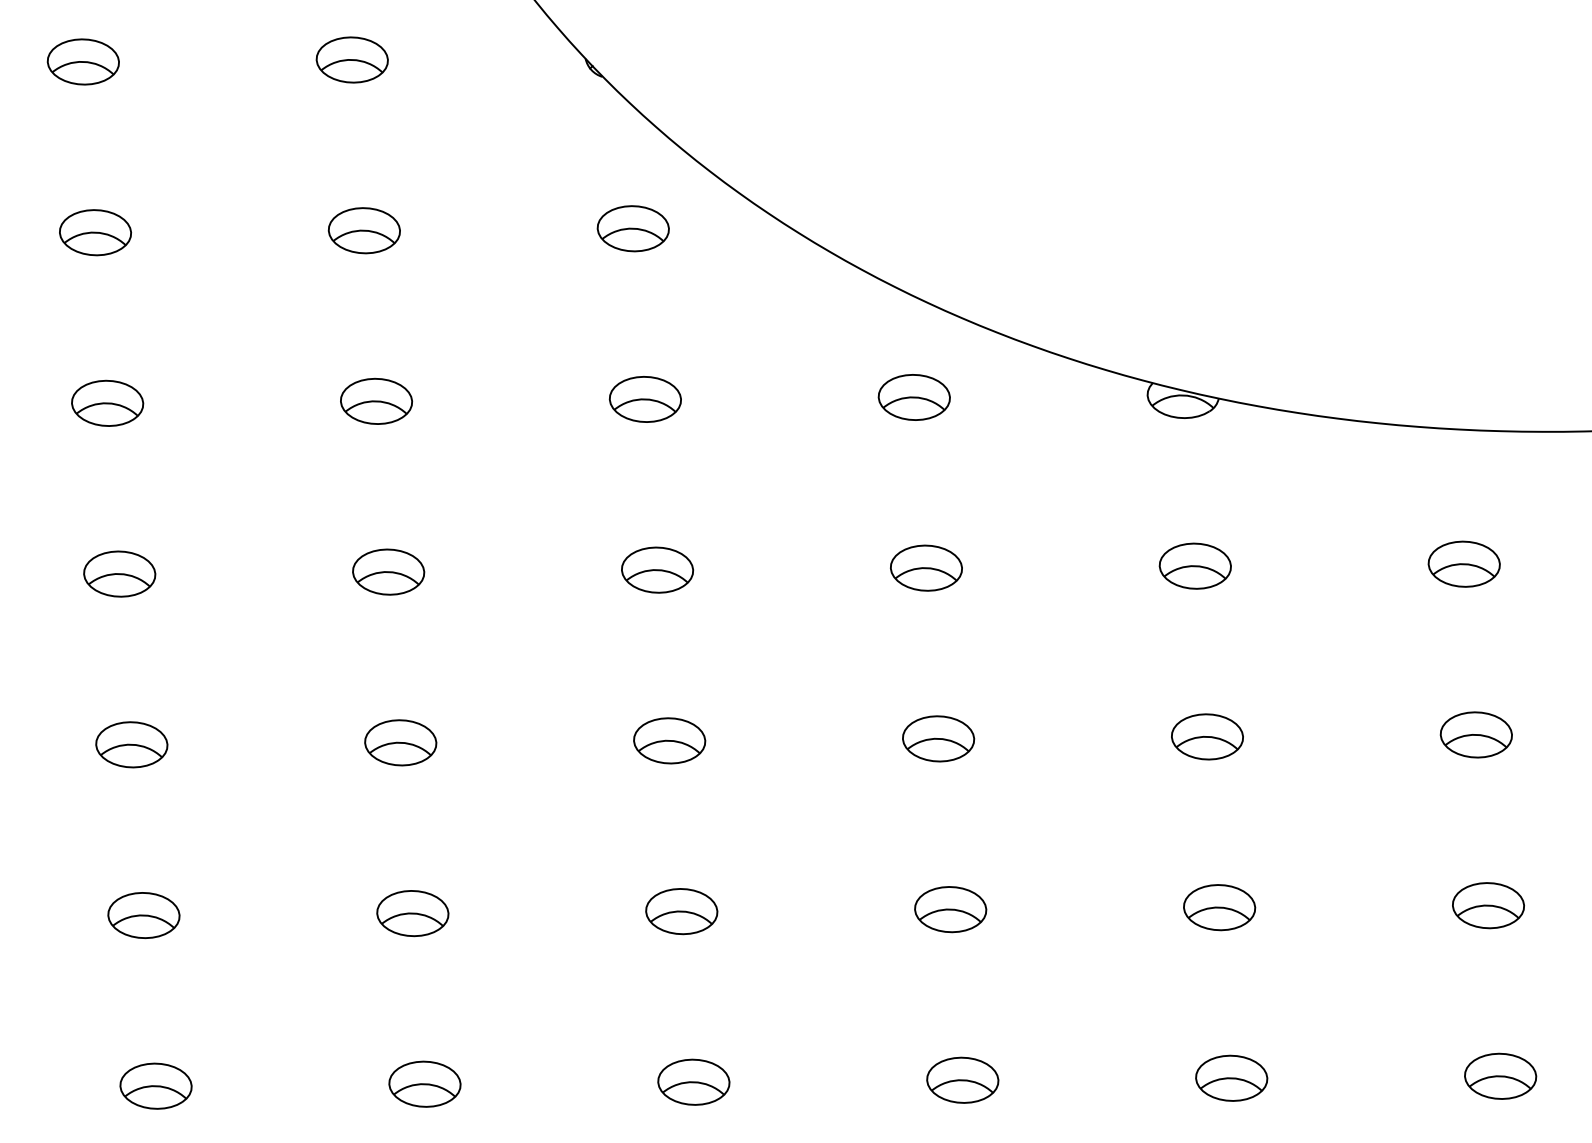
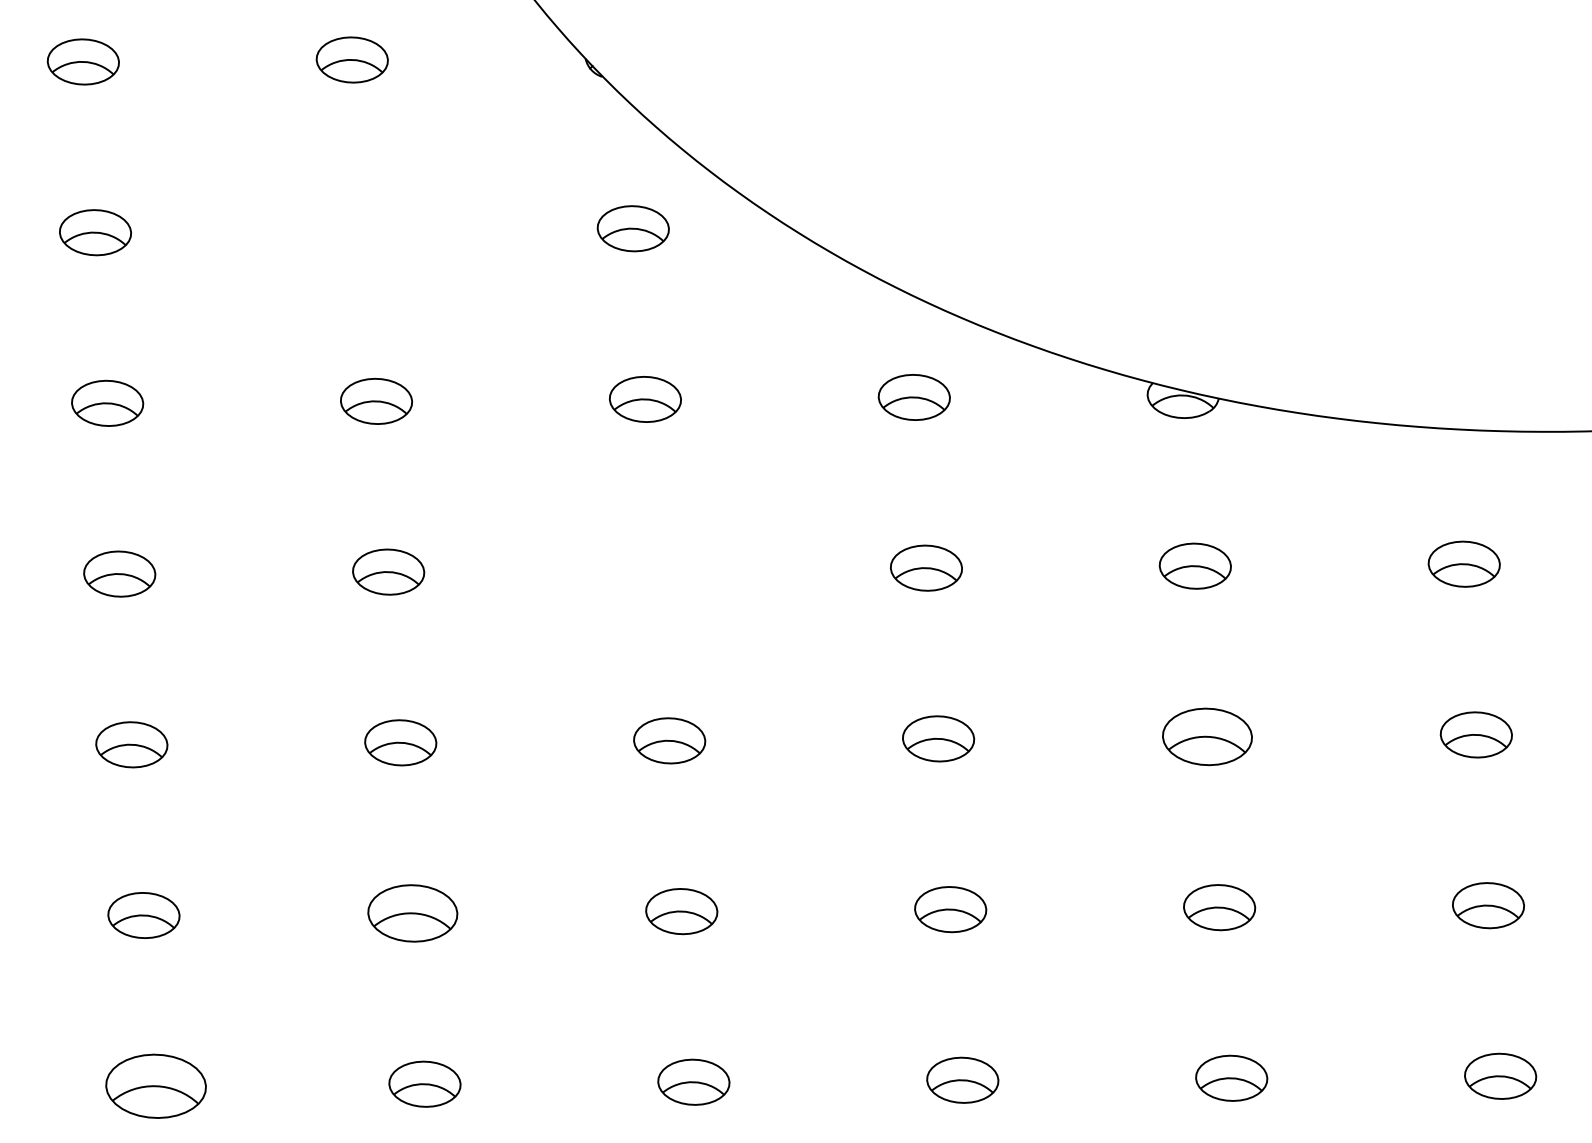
part at (363, 230): present -> none
part at (657, 569): present -> none
part at (1207, 736) size: 73x48 px -> 91x60 px
part at (412, 913) size: 74x48 px -> 92x59 px
part at (155, 1085) size: 74x48 px -> 102x66 px
